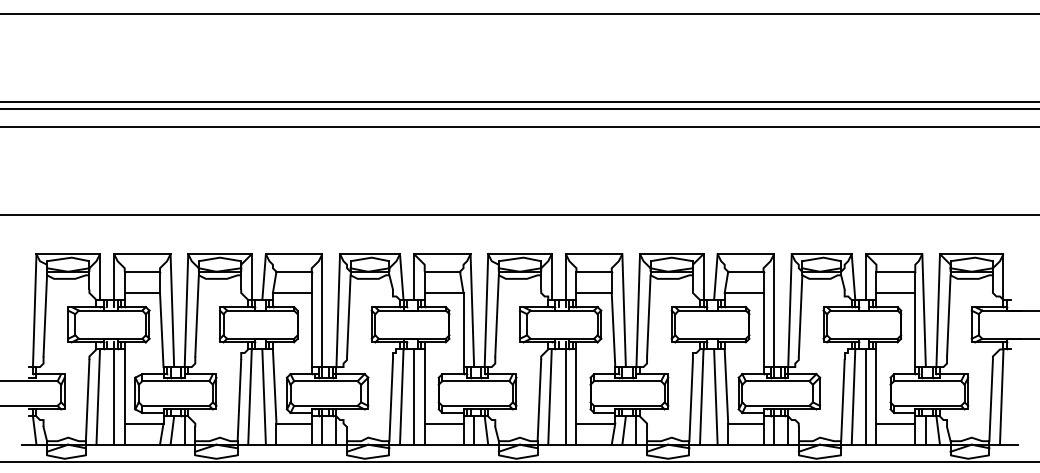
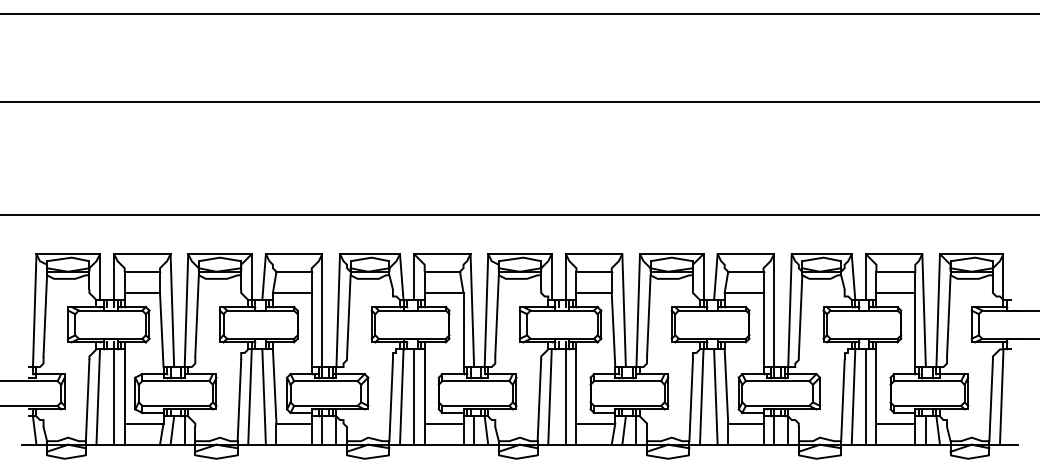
line at (519, 109): present -> none
line at (519, 127): present -> none
line at (519, 462): present -> none
